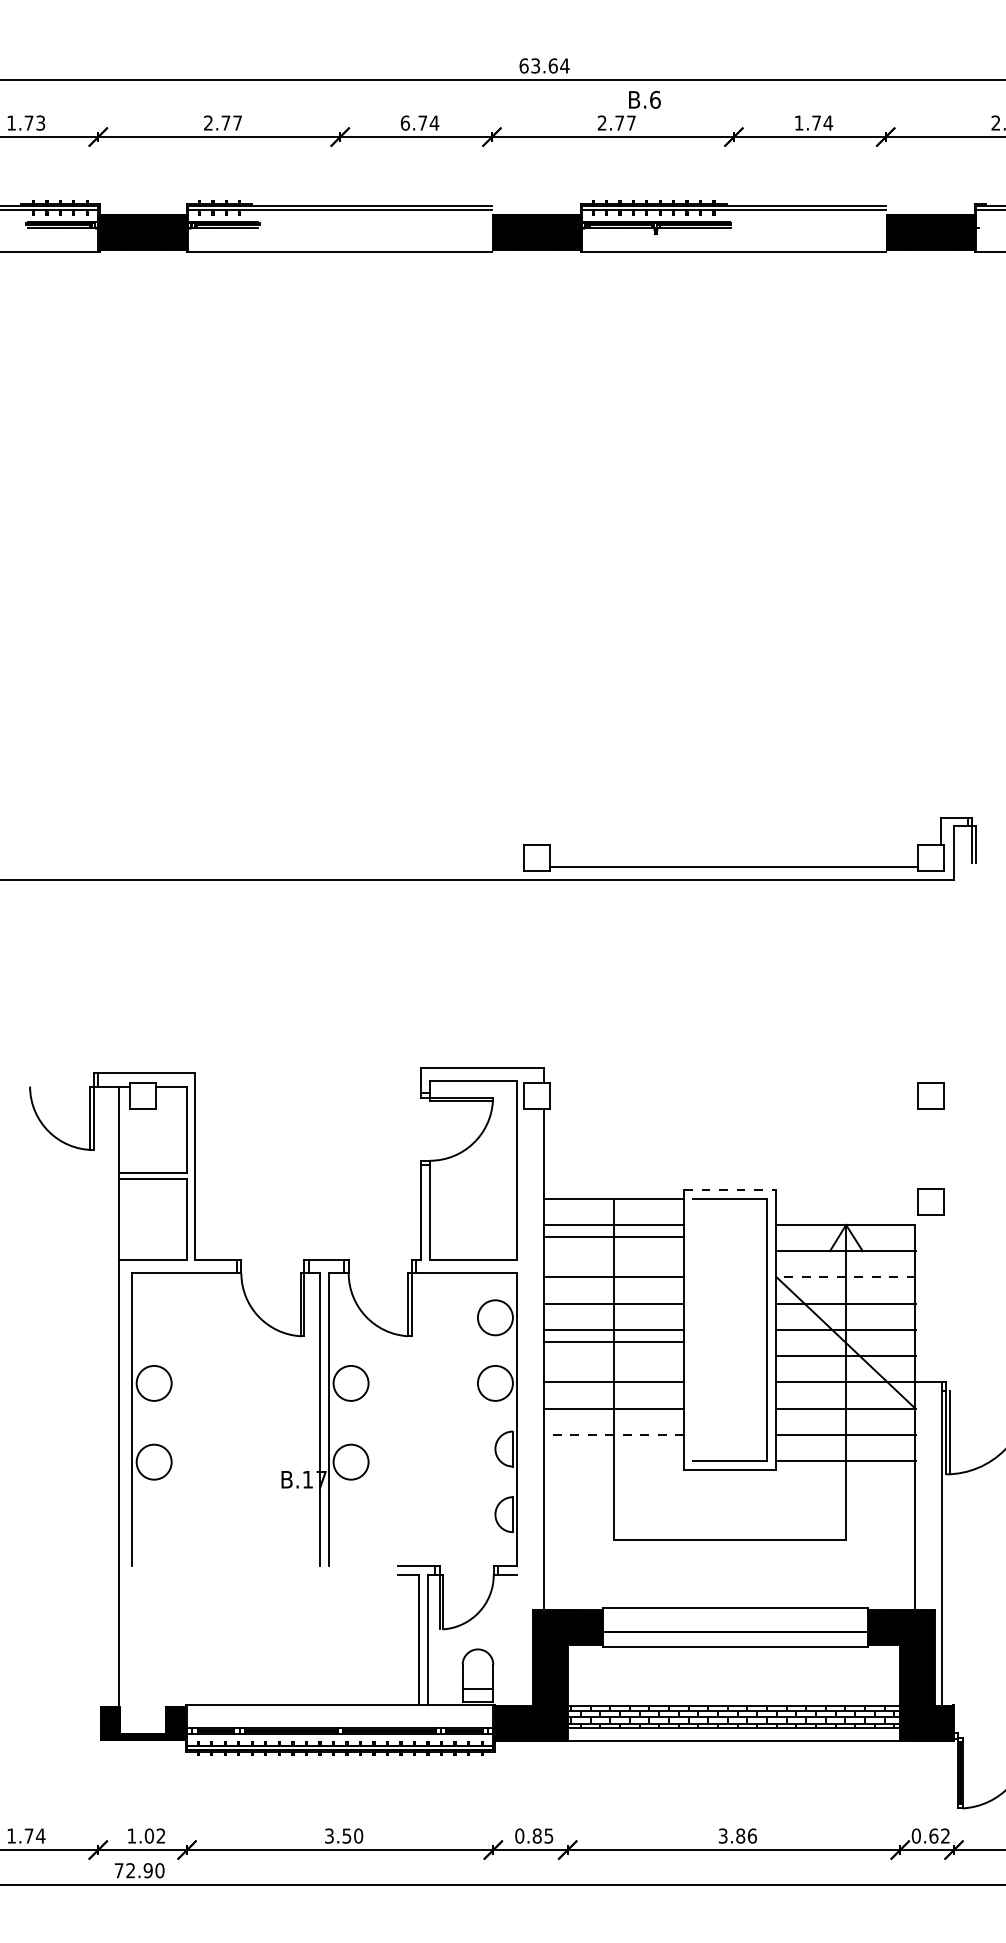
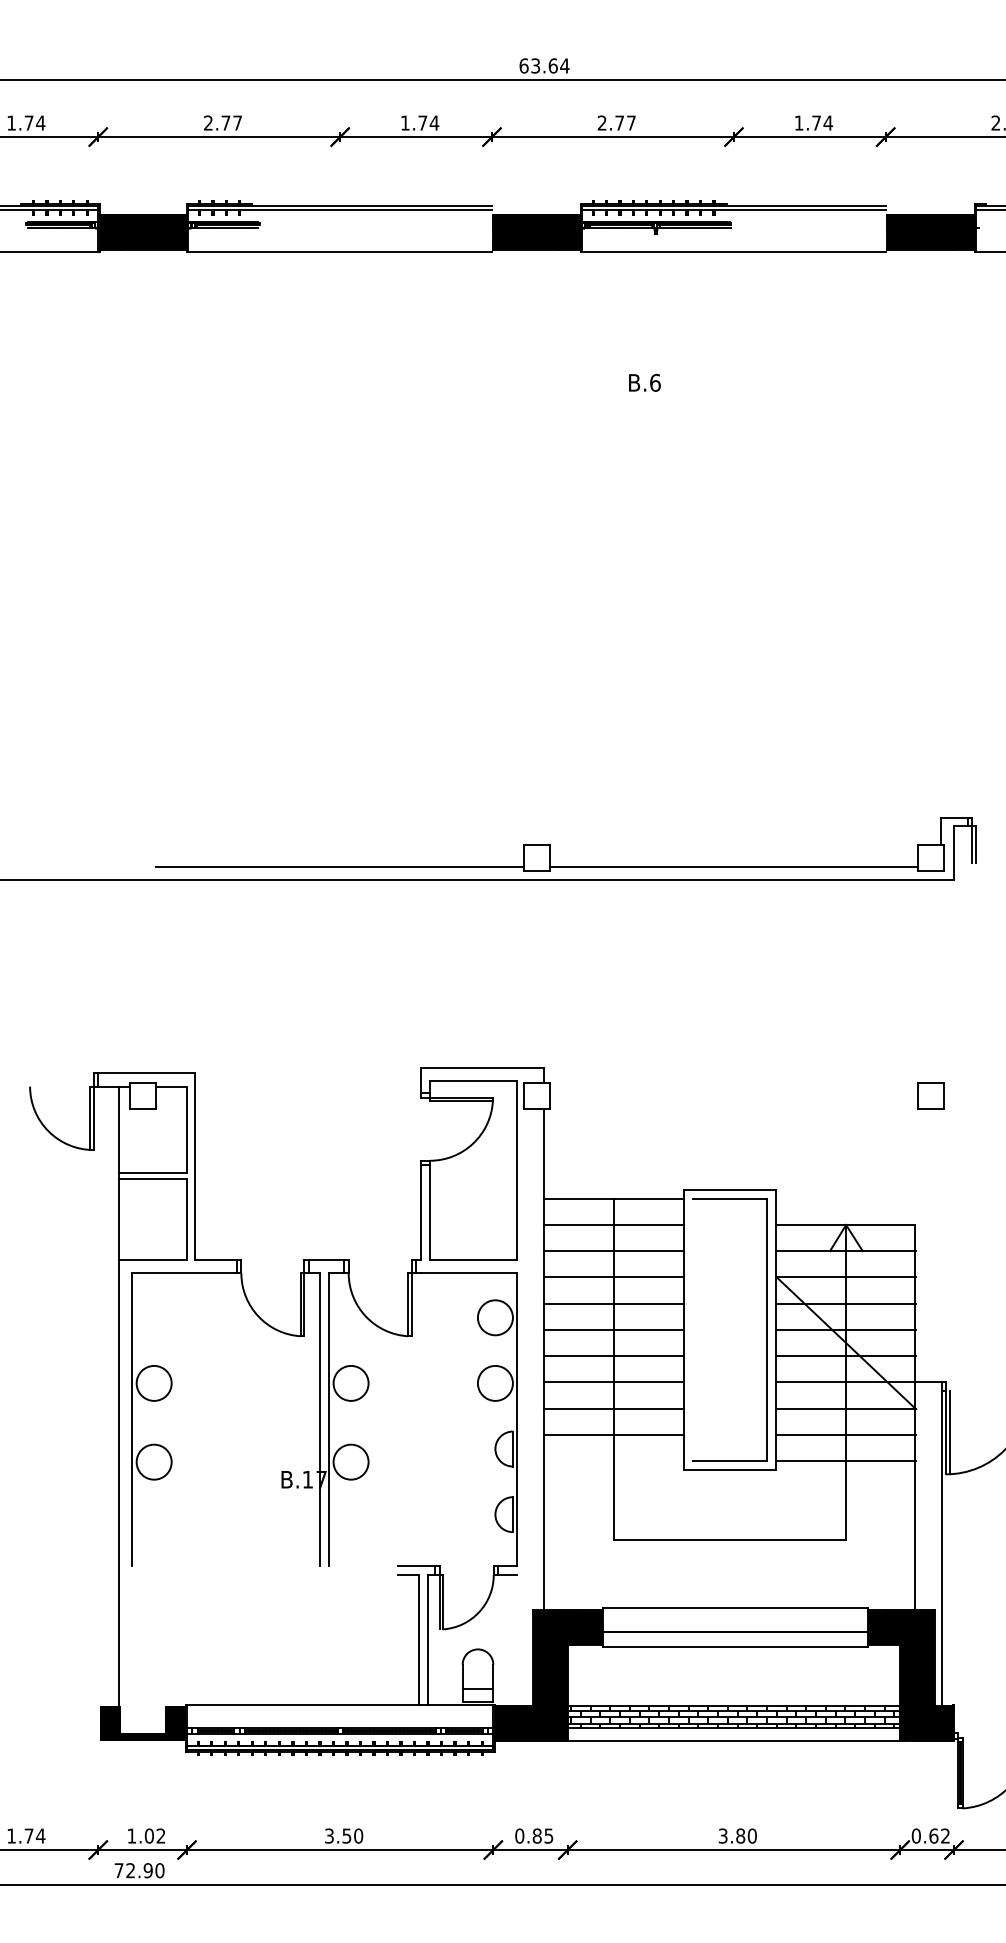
text at (644, 99) position: (644, 99) -> (644, 382)
text at (40, 122): 1.73 -> 1.74
text at (404, 122): 6.74 -> 1.74
line at (339, 866): none -> present
line at (730, 1189): dashed -> solid
part at (930, 1201): present -> none
line at (614, 1237) position: (614, 1237) -> (614, 1251)
line at (846, 1277): dashed -> solid
line at (614, 1342) position: (614, 1342) -> (614, 1356)
line at (613, 1434): dashed -> solid
text at (752, 1835): 3.86 -> 3.80
